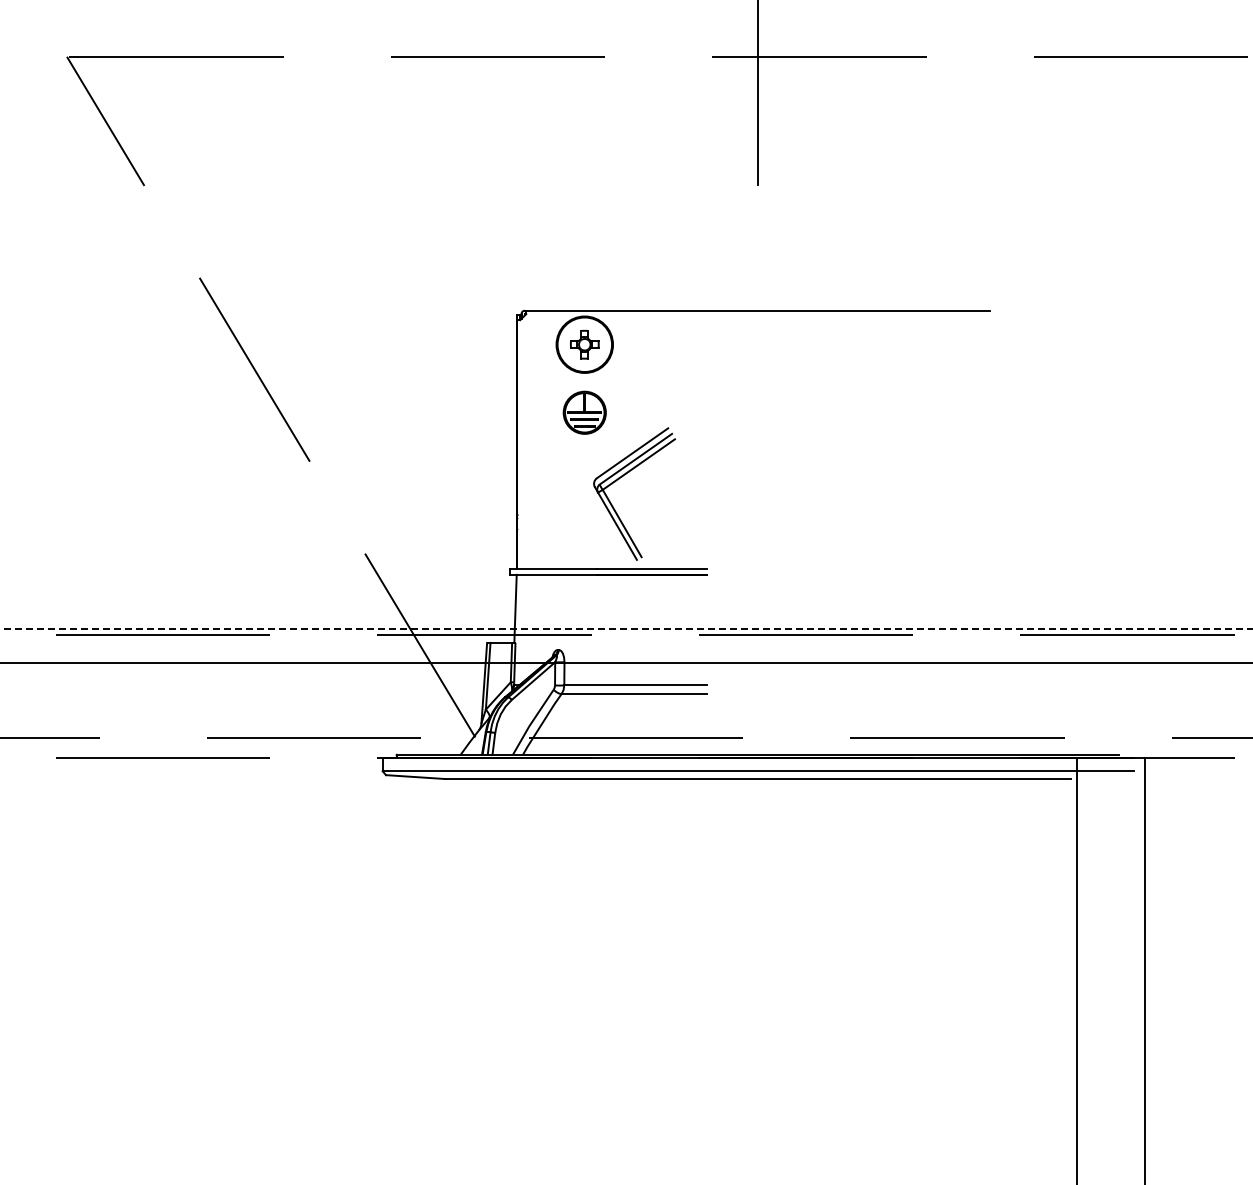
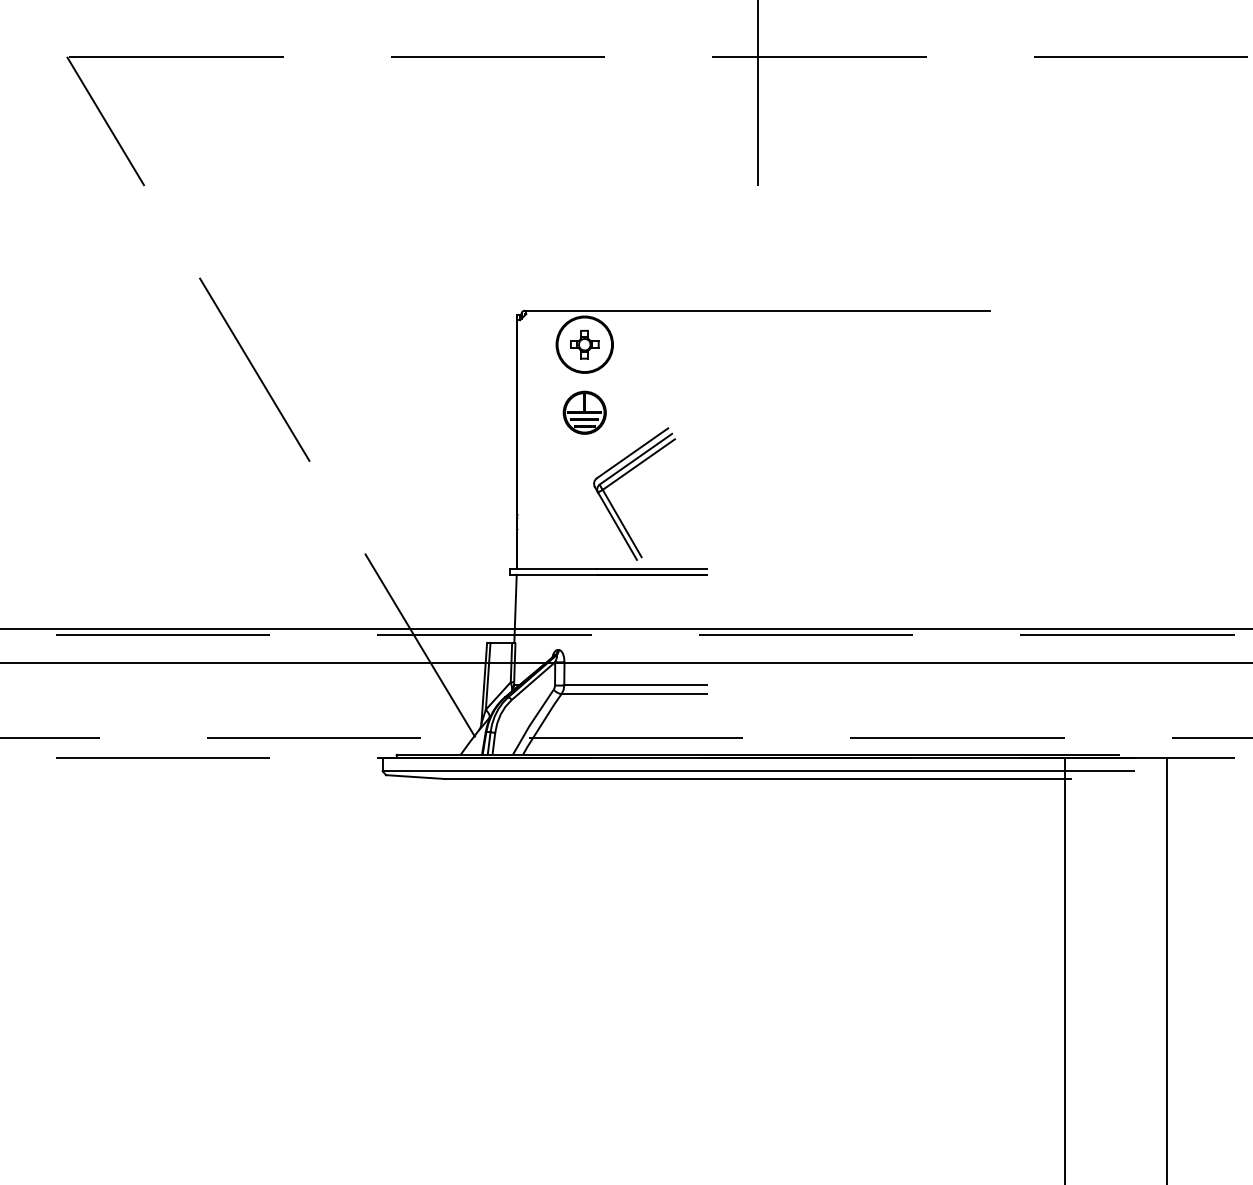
line at (626, 628): dashed -> solid
line at (1076, 969) position: (1076, 969) -> (1064, 969)
line at (1144, 969) position: (1144, 969) -> (1166, 969)
